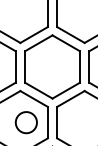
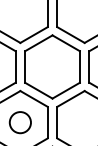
circle at (25, 122) position: (25, 122) -> (19, 122)
